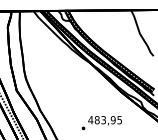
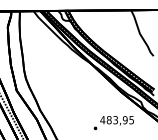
text at (101, 123) position: (101, 123) -> (113, 123)
